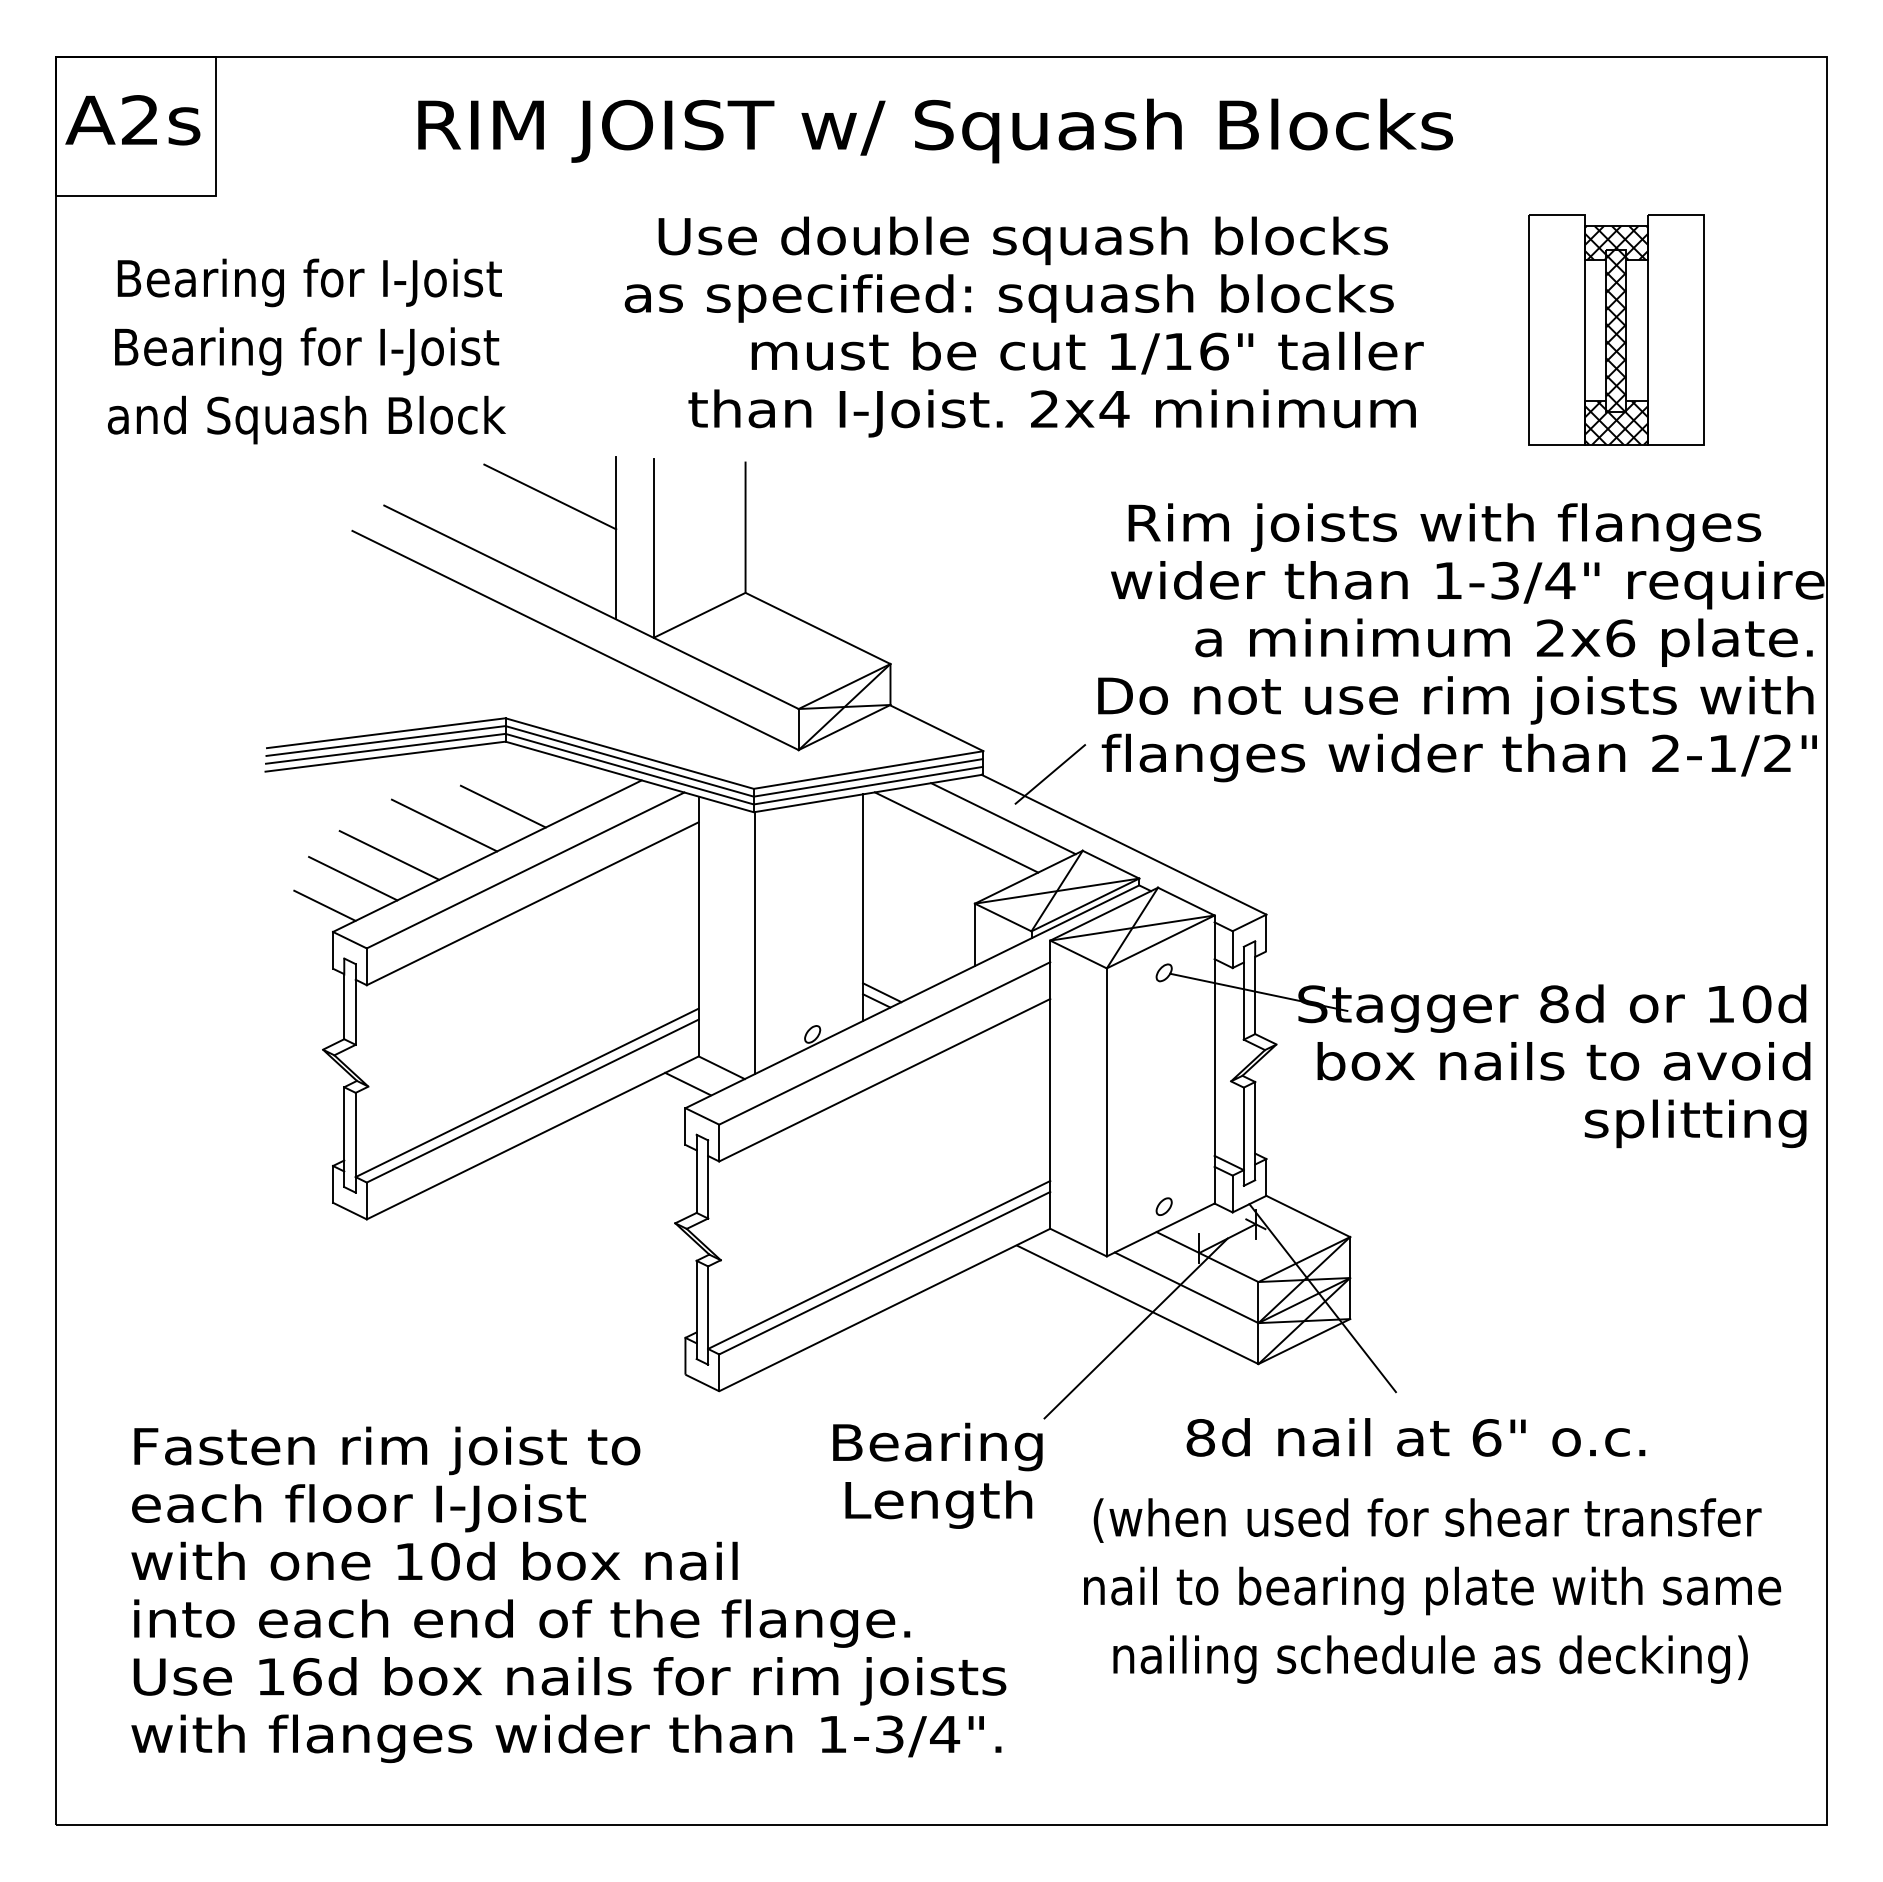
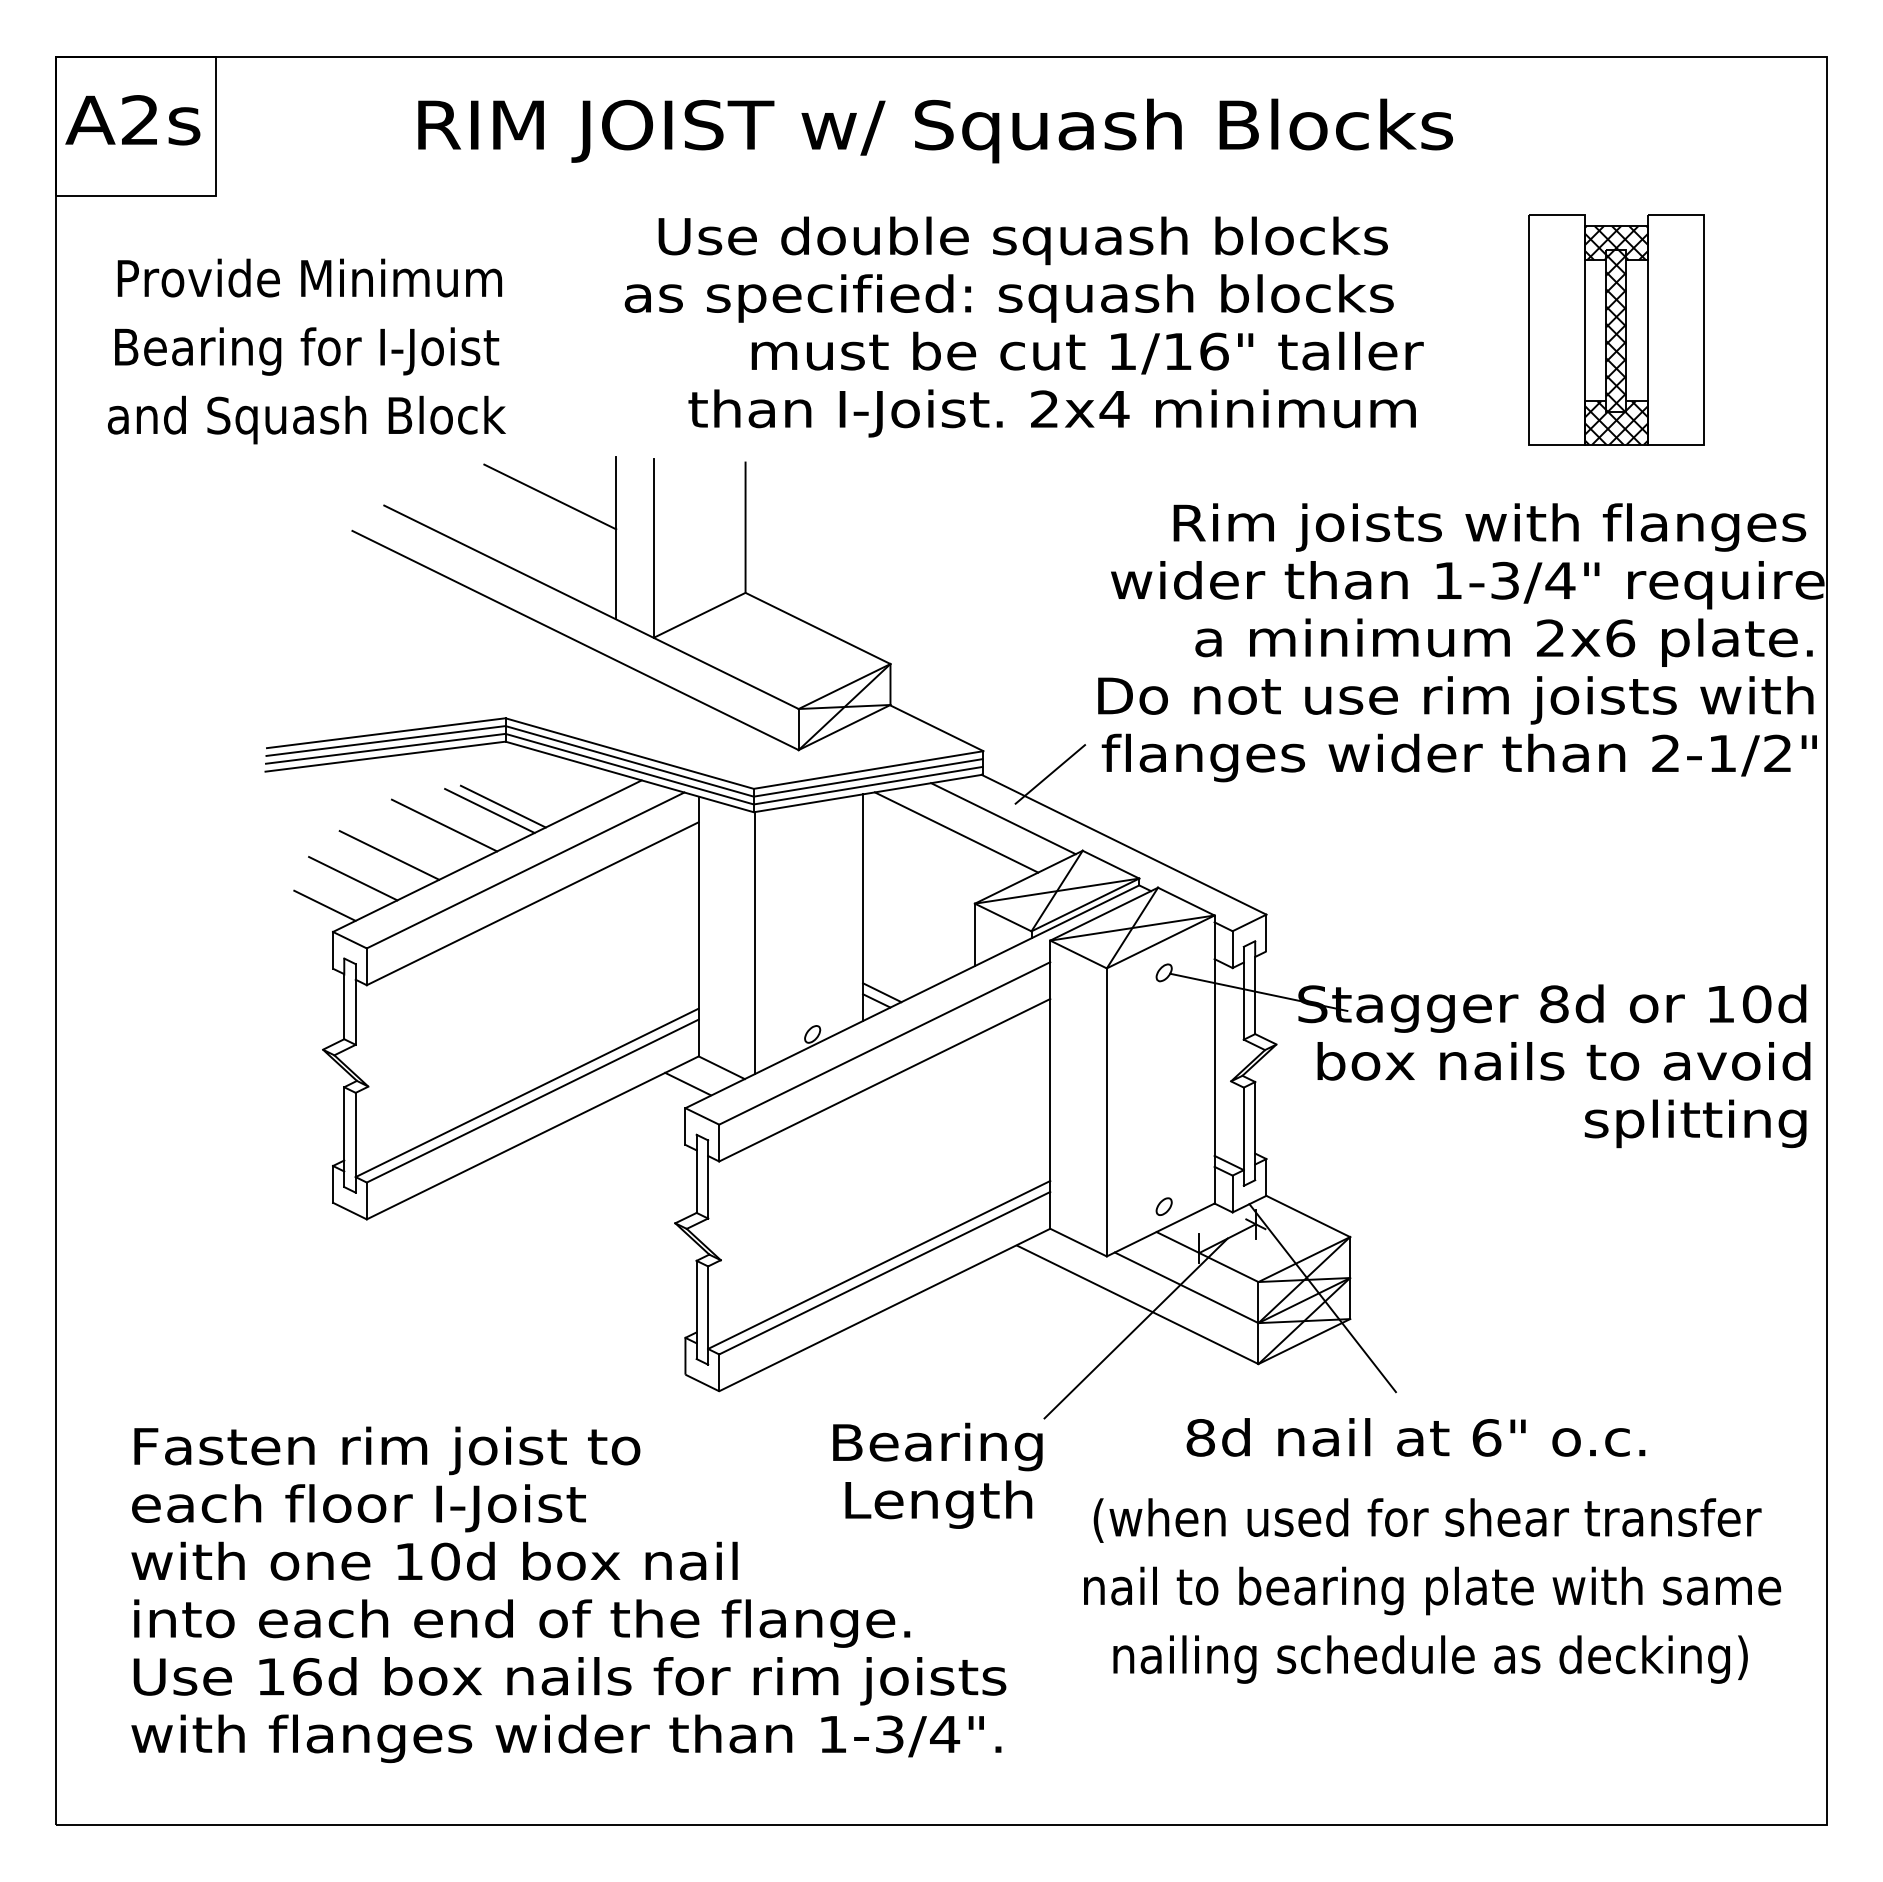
text at (312, 282): Bearing for I-Joist -> Provide Minimum
text at (1444, 527) position: (1444, 527) -> (1489, 527)
line at (489, 810): none -> present
